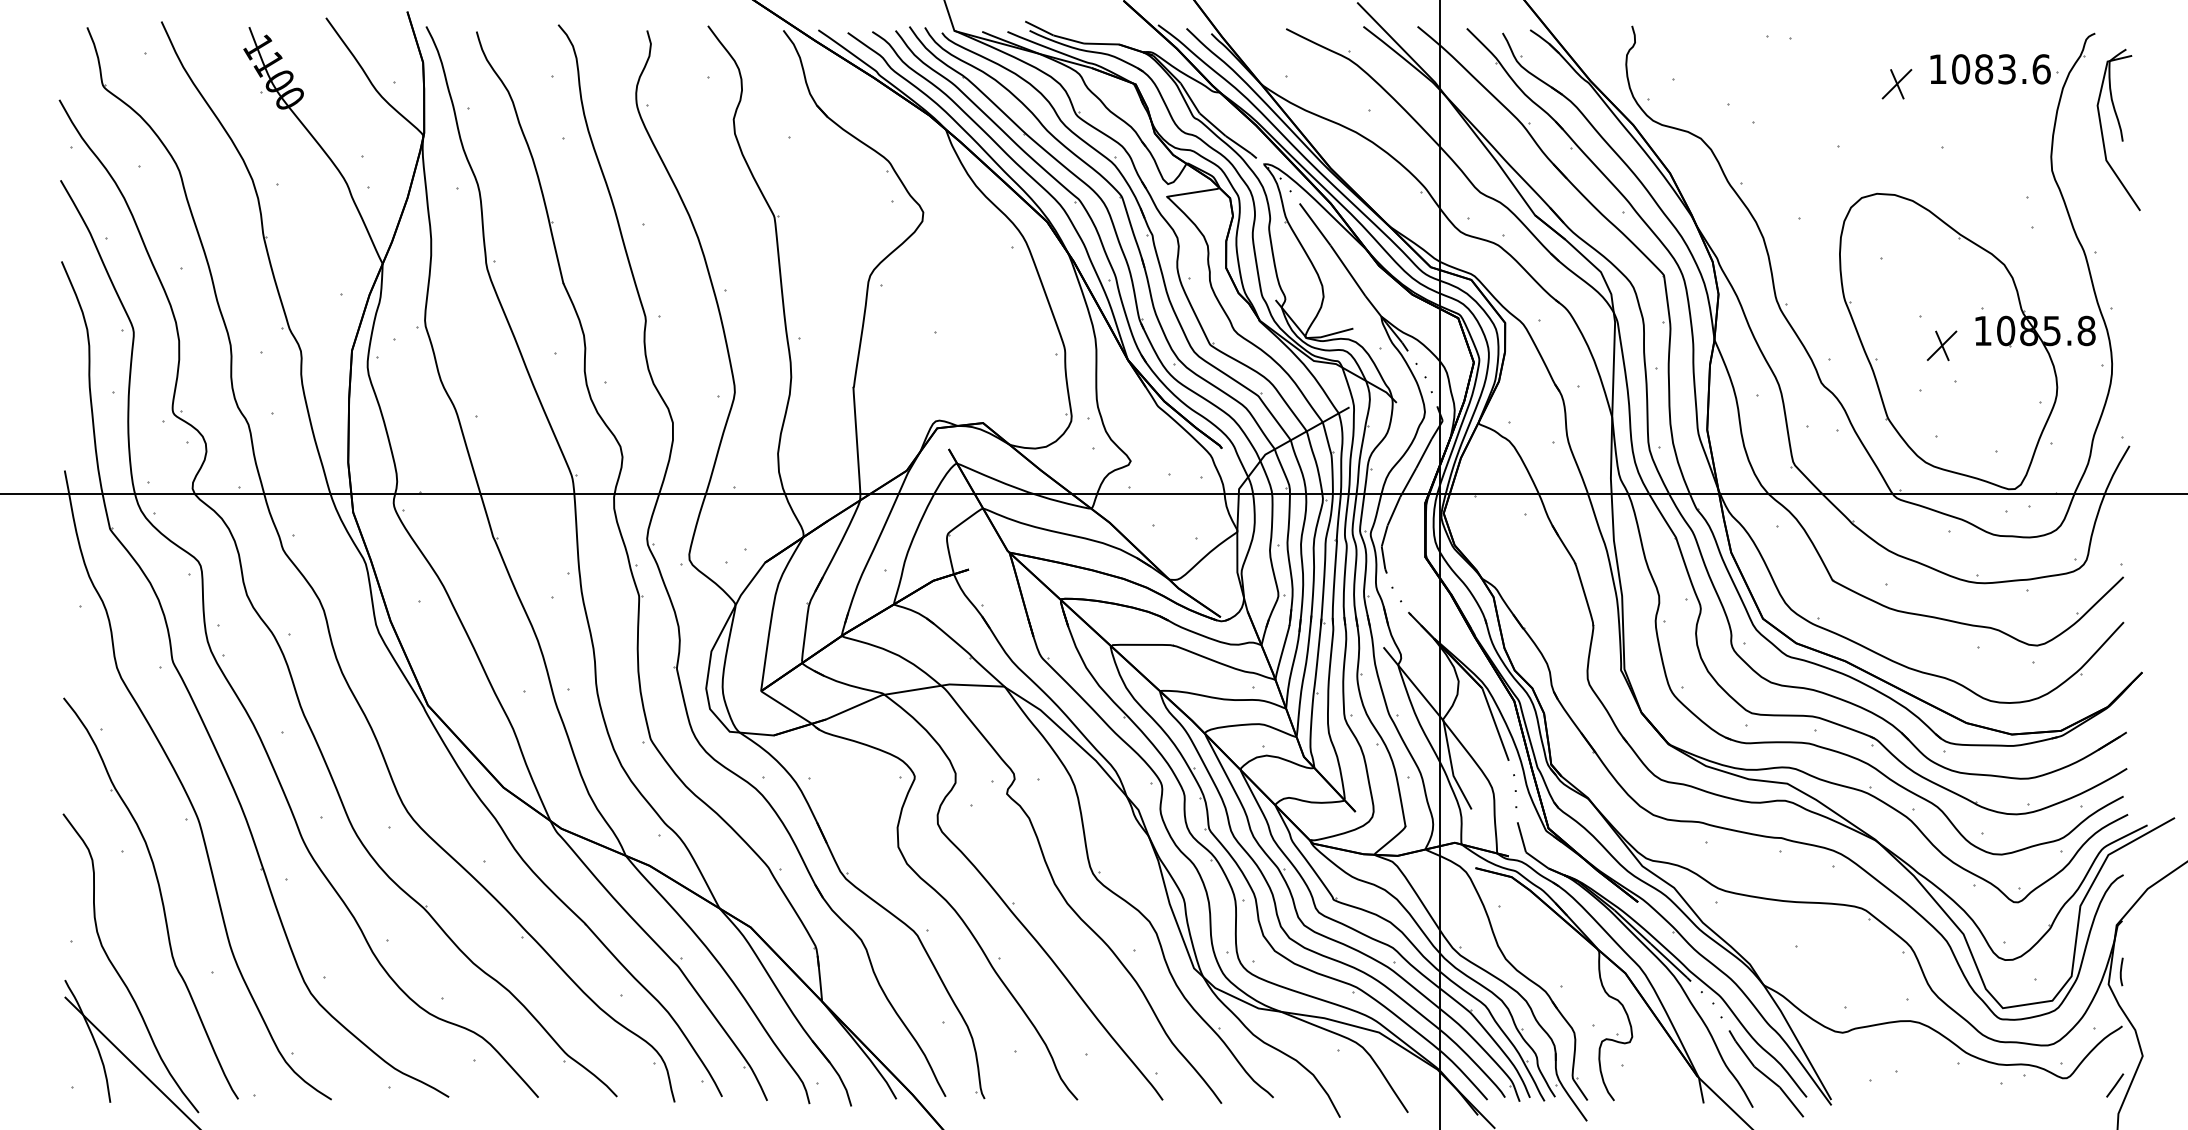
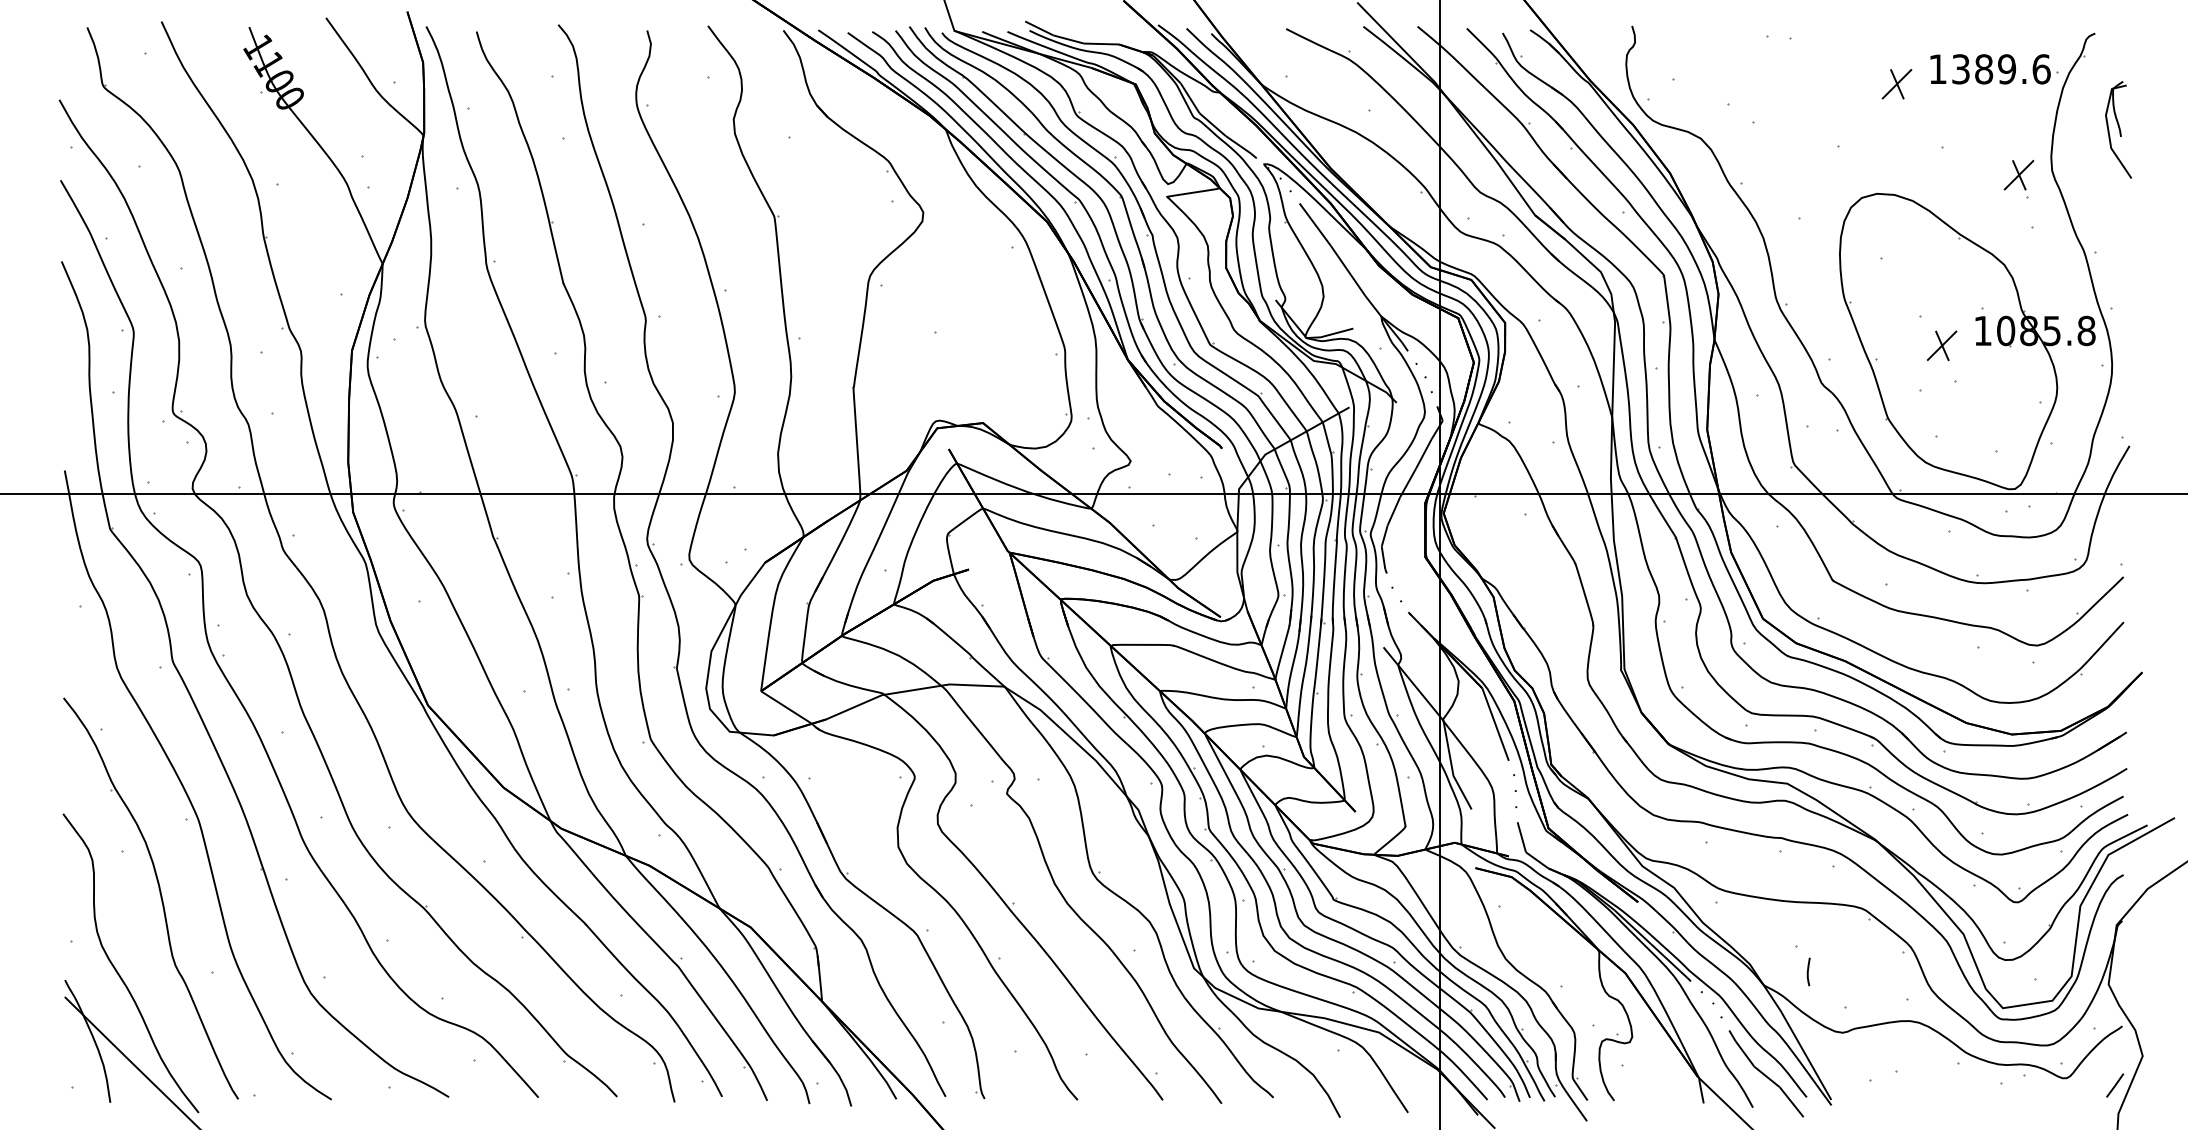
text at (1984, 69): 1083.6 -> 1389.6
part at (2118, 129) size: 45x164 px -> 28x98 px
part at (2018, 175): none -> present
curve at (2121, 971) position: (2121, 971) -> (1808, 971)
